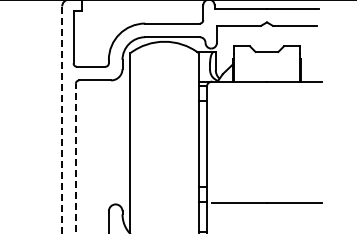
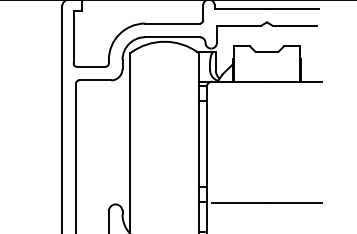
line at (62, 120): dashed -> solid
line at (75, 158): dashed -> solid
